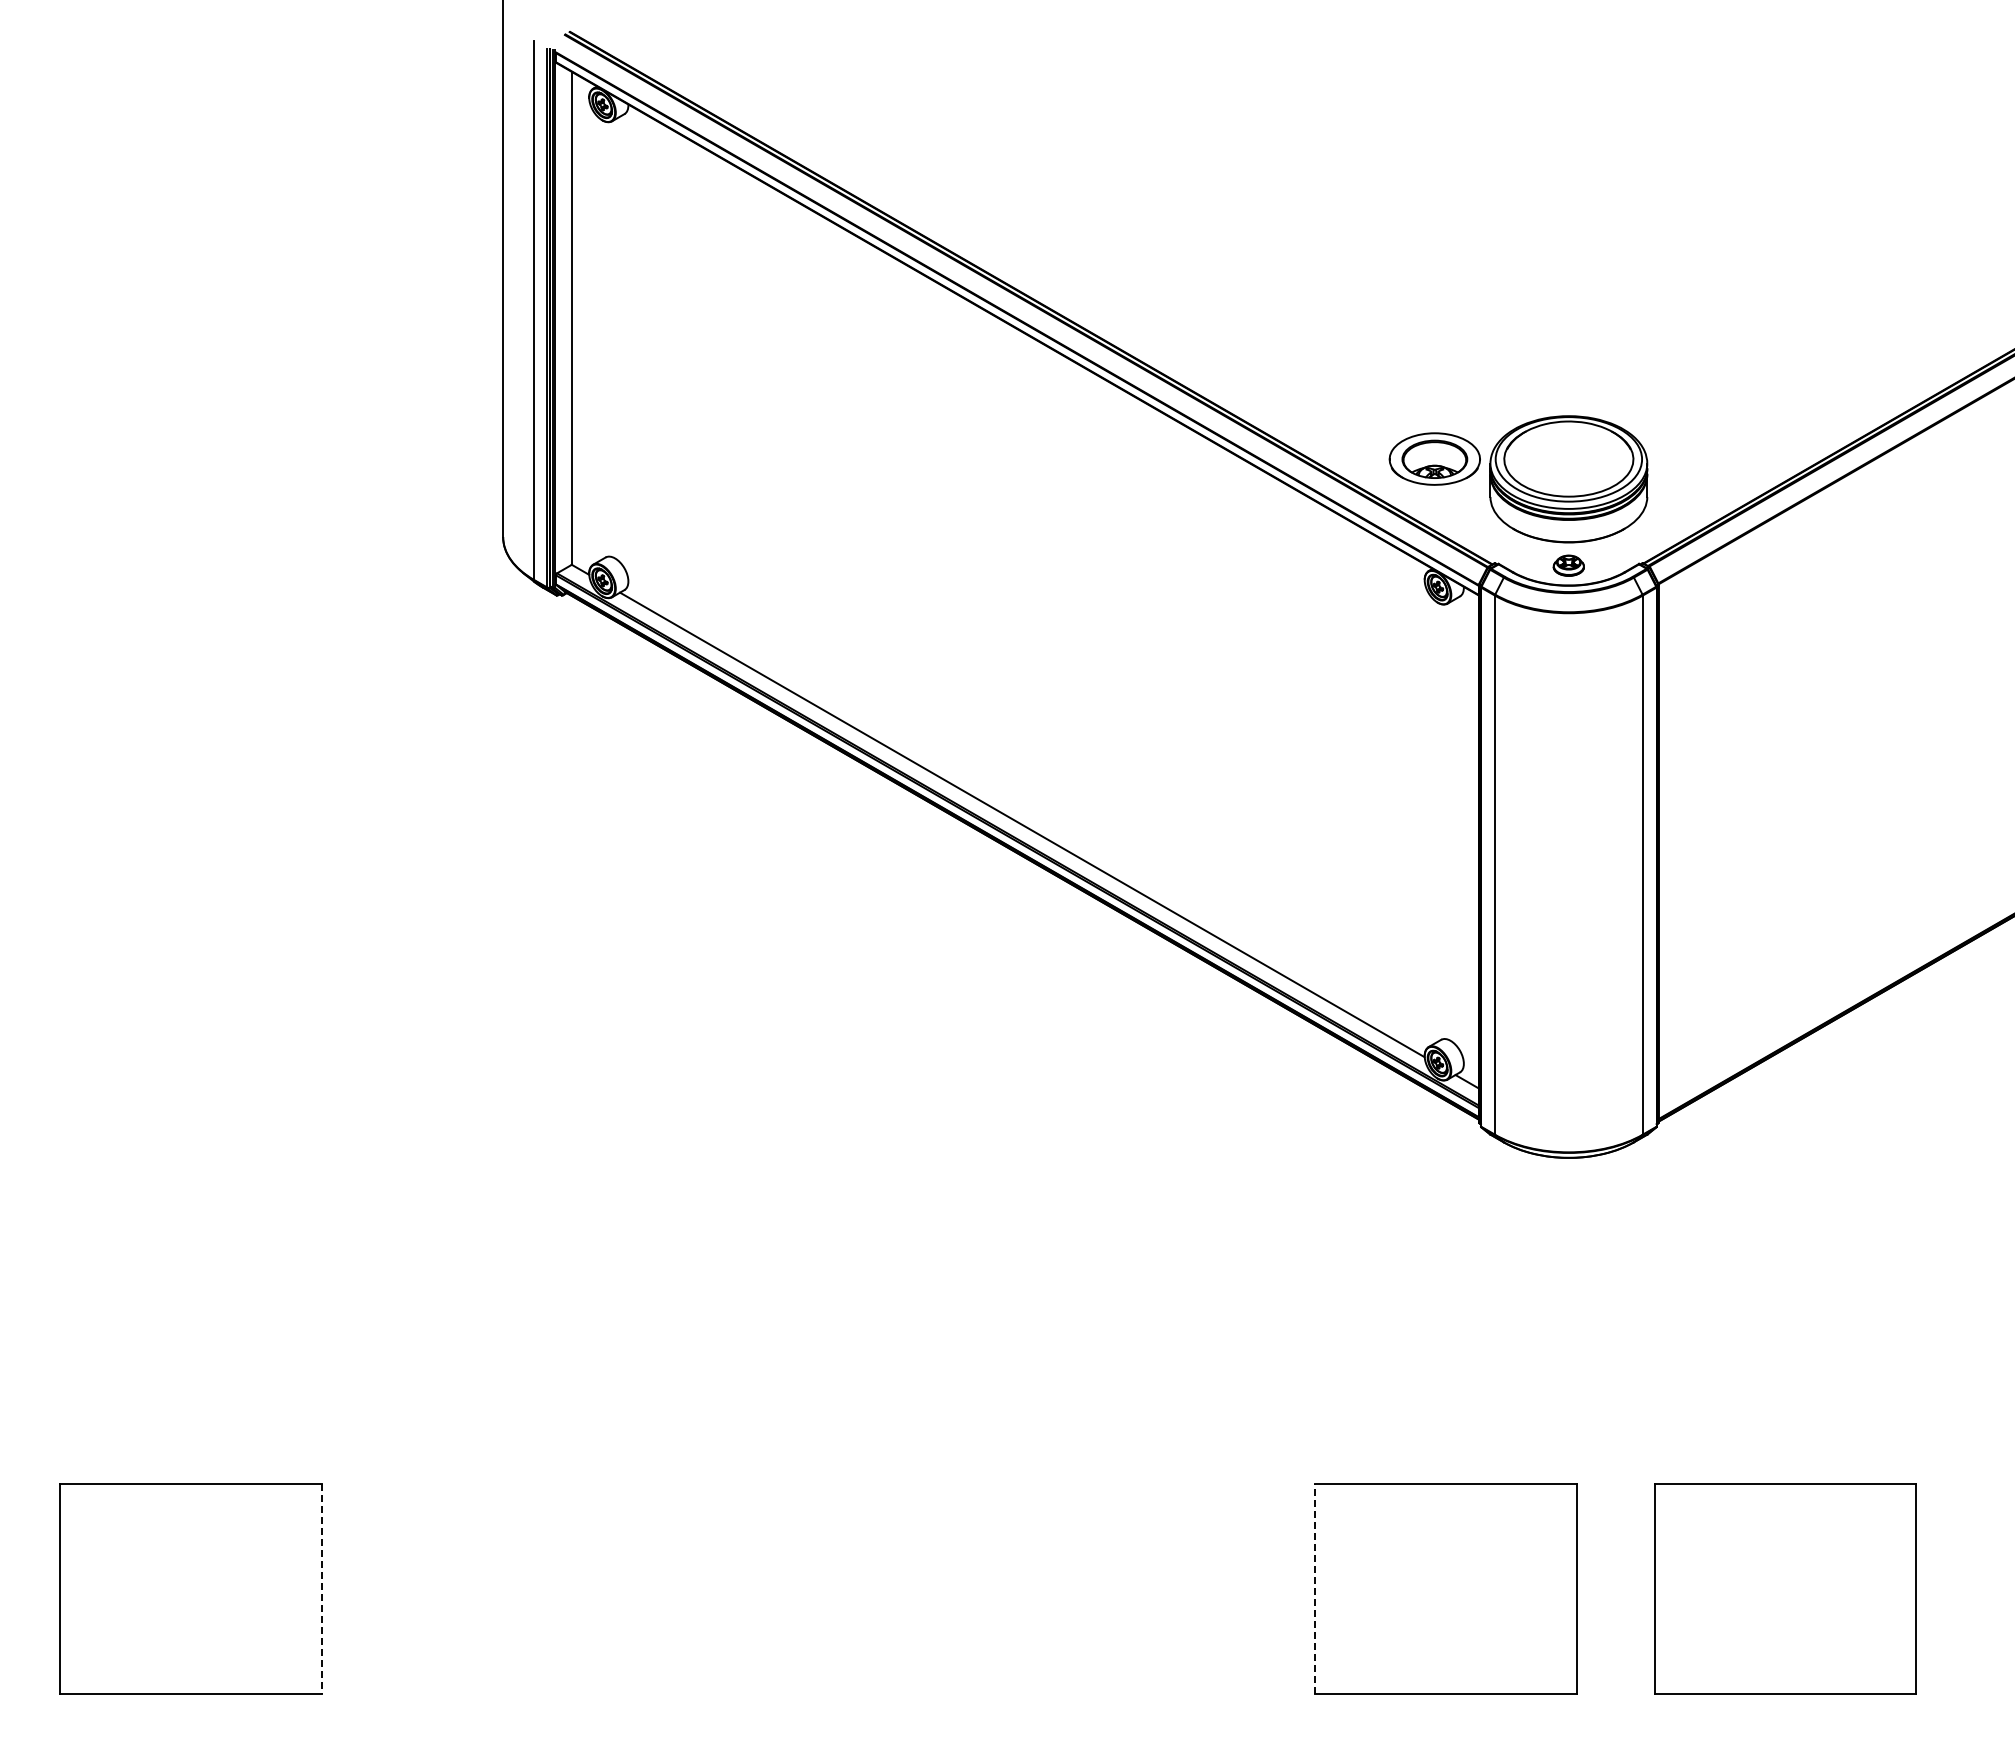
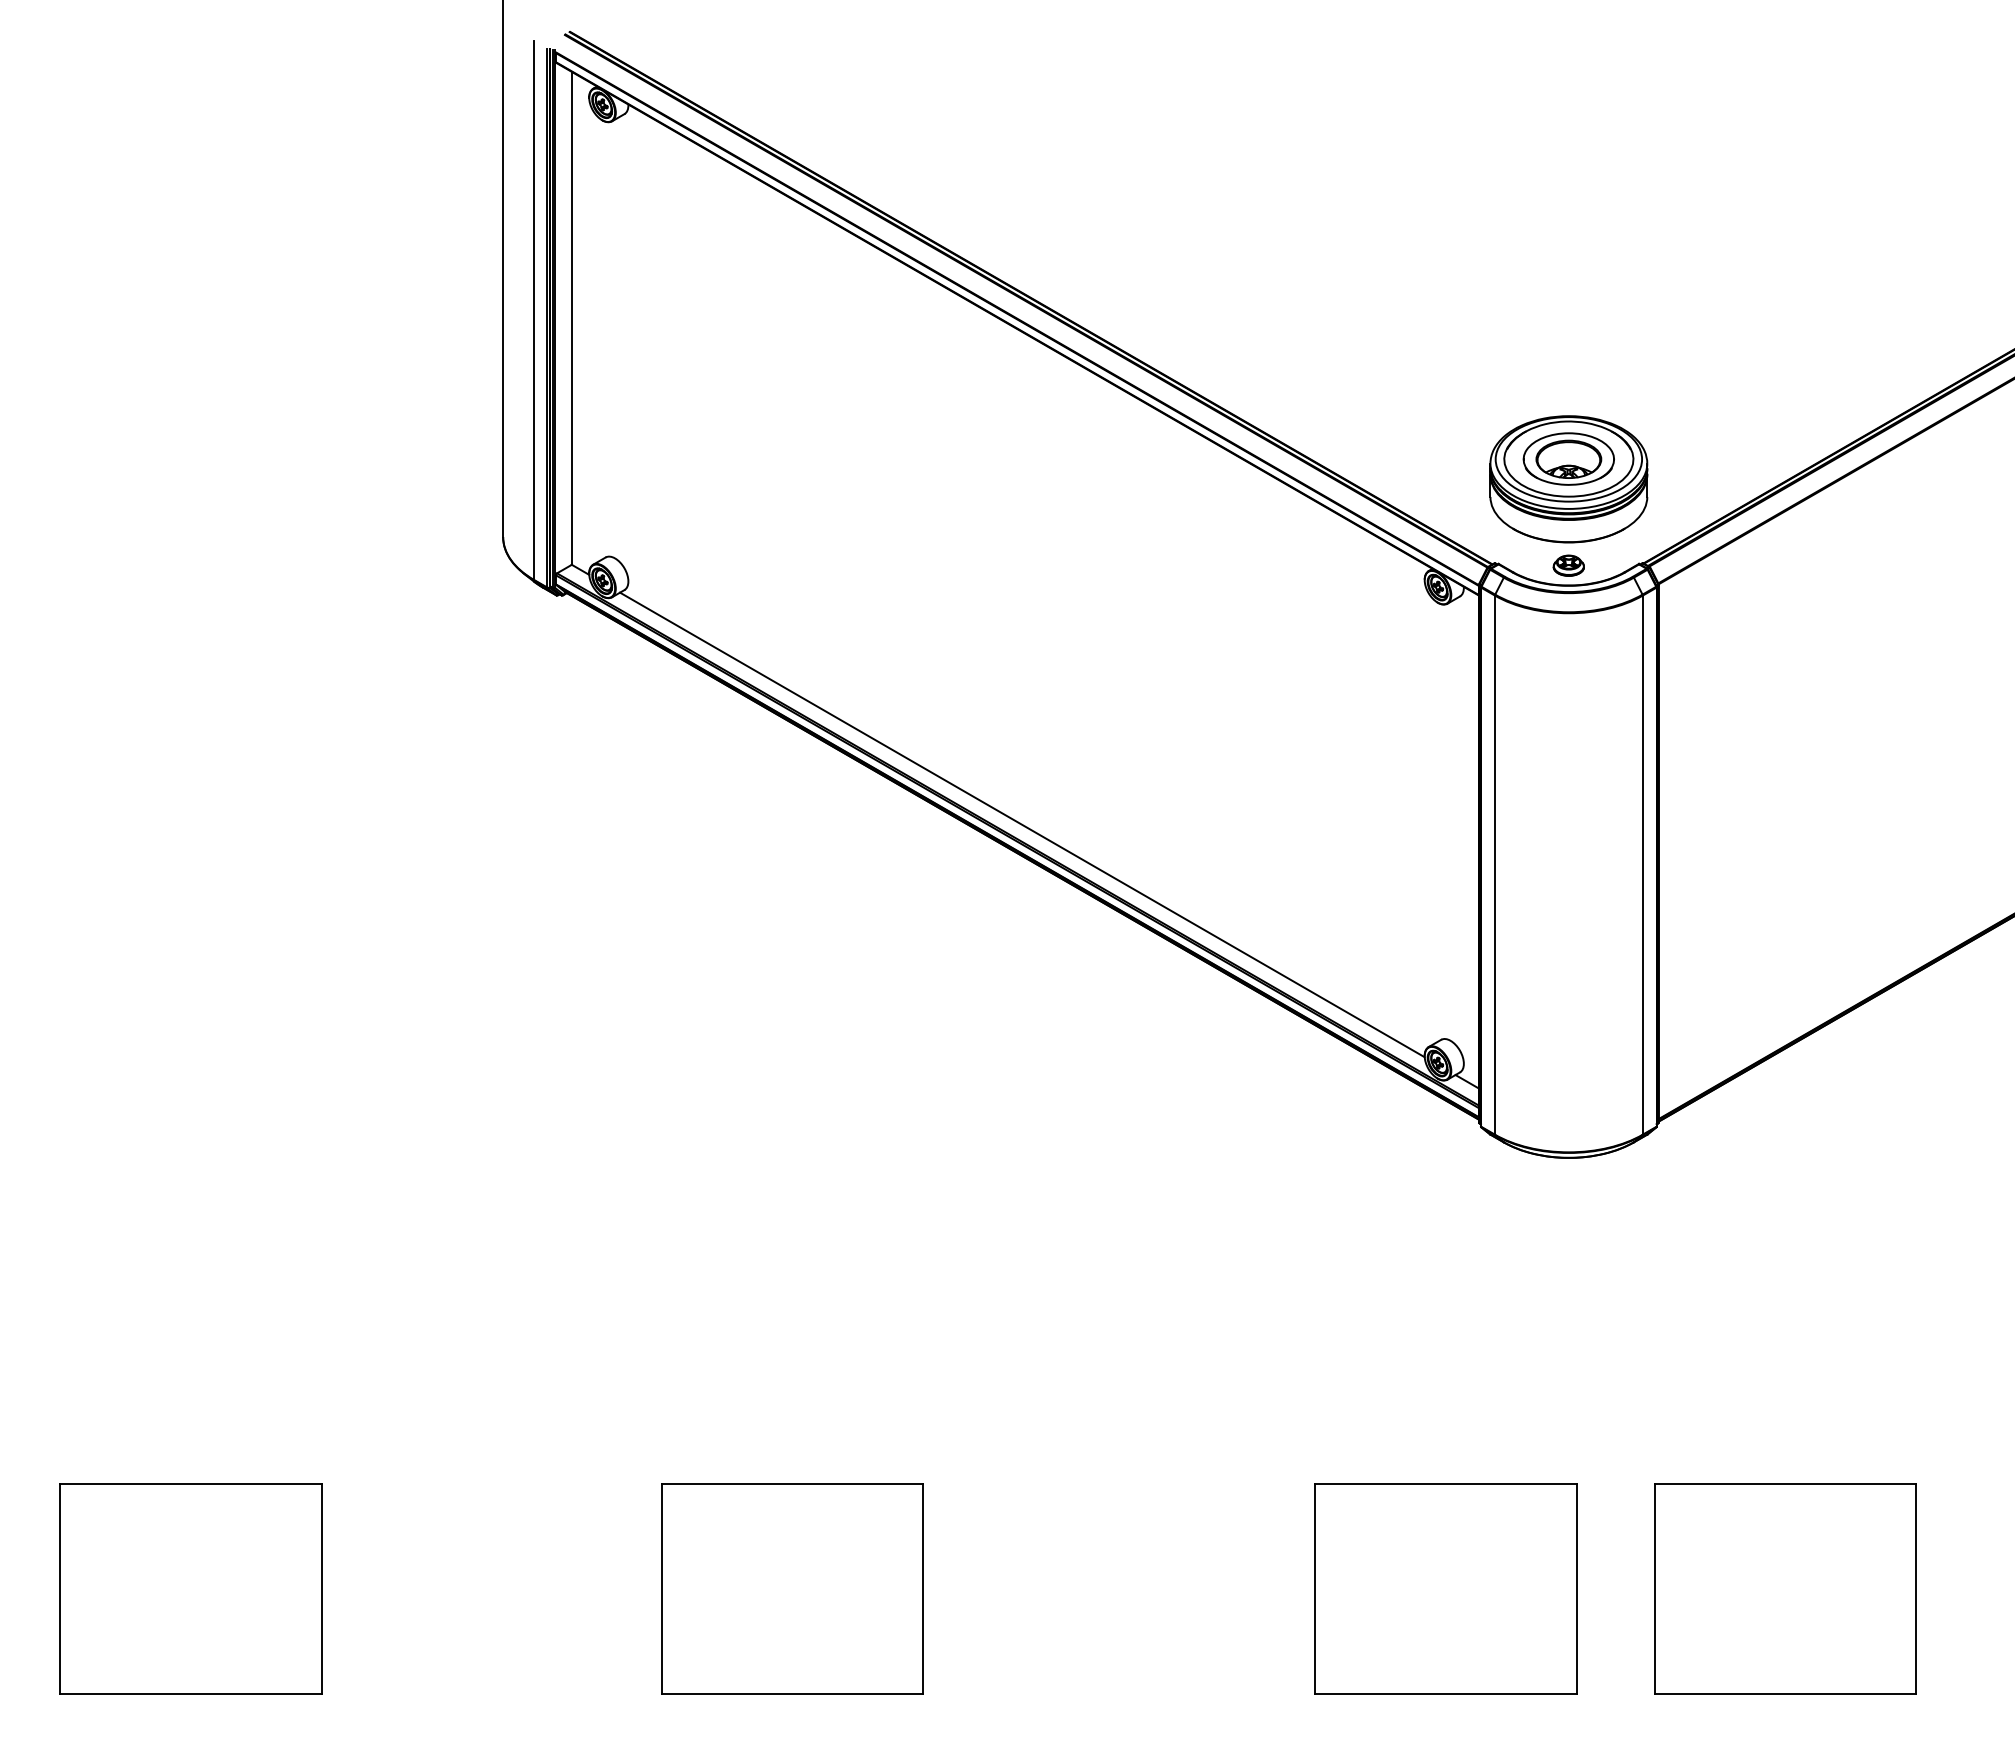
part at (1434, 458) position: (1434, 458) -> (1568, 458)
line at (321, 1588): dashed -> solid
part at (792, 1588): none -> present
line at (1315, 1588): dashed -> solid
